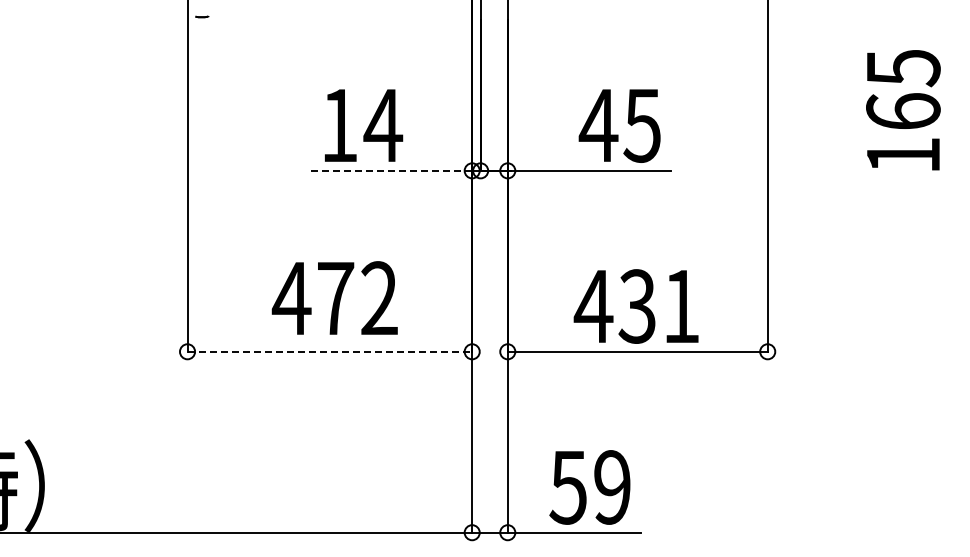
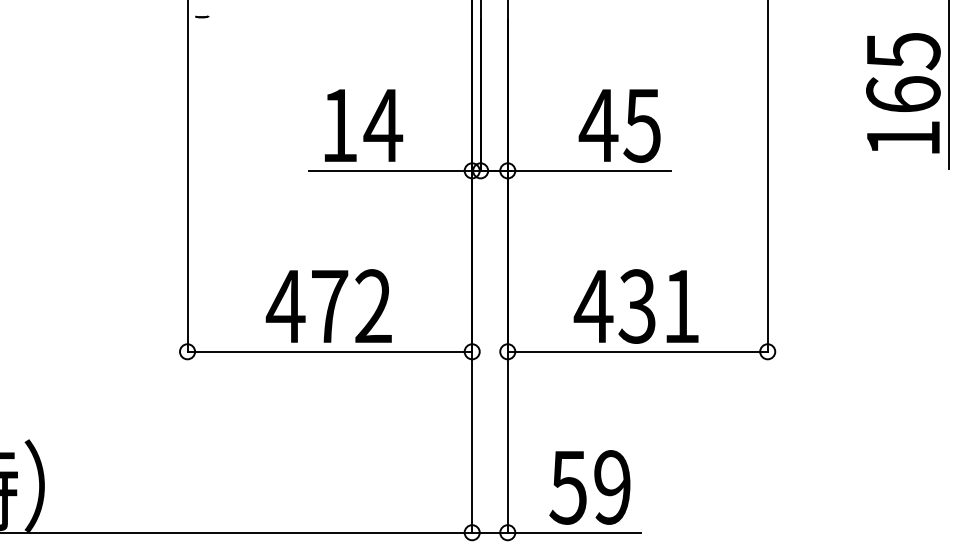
line at (948, 85): none -> present
text at (903, 110) position: (903, 110) -> (903, 93)
line at (390, 170): dashed -> solid
text at (334, 297) position: (334, 297) -> (328, 305)
line at (330, 351): dashed -> solid
